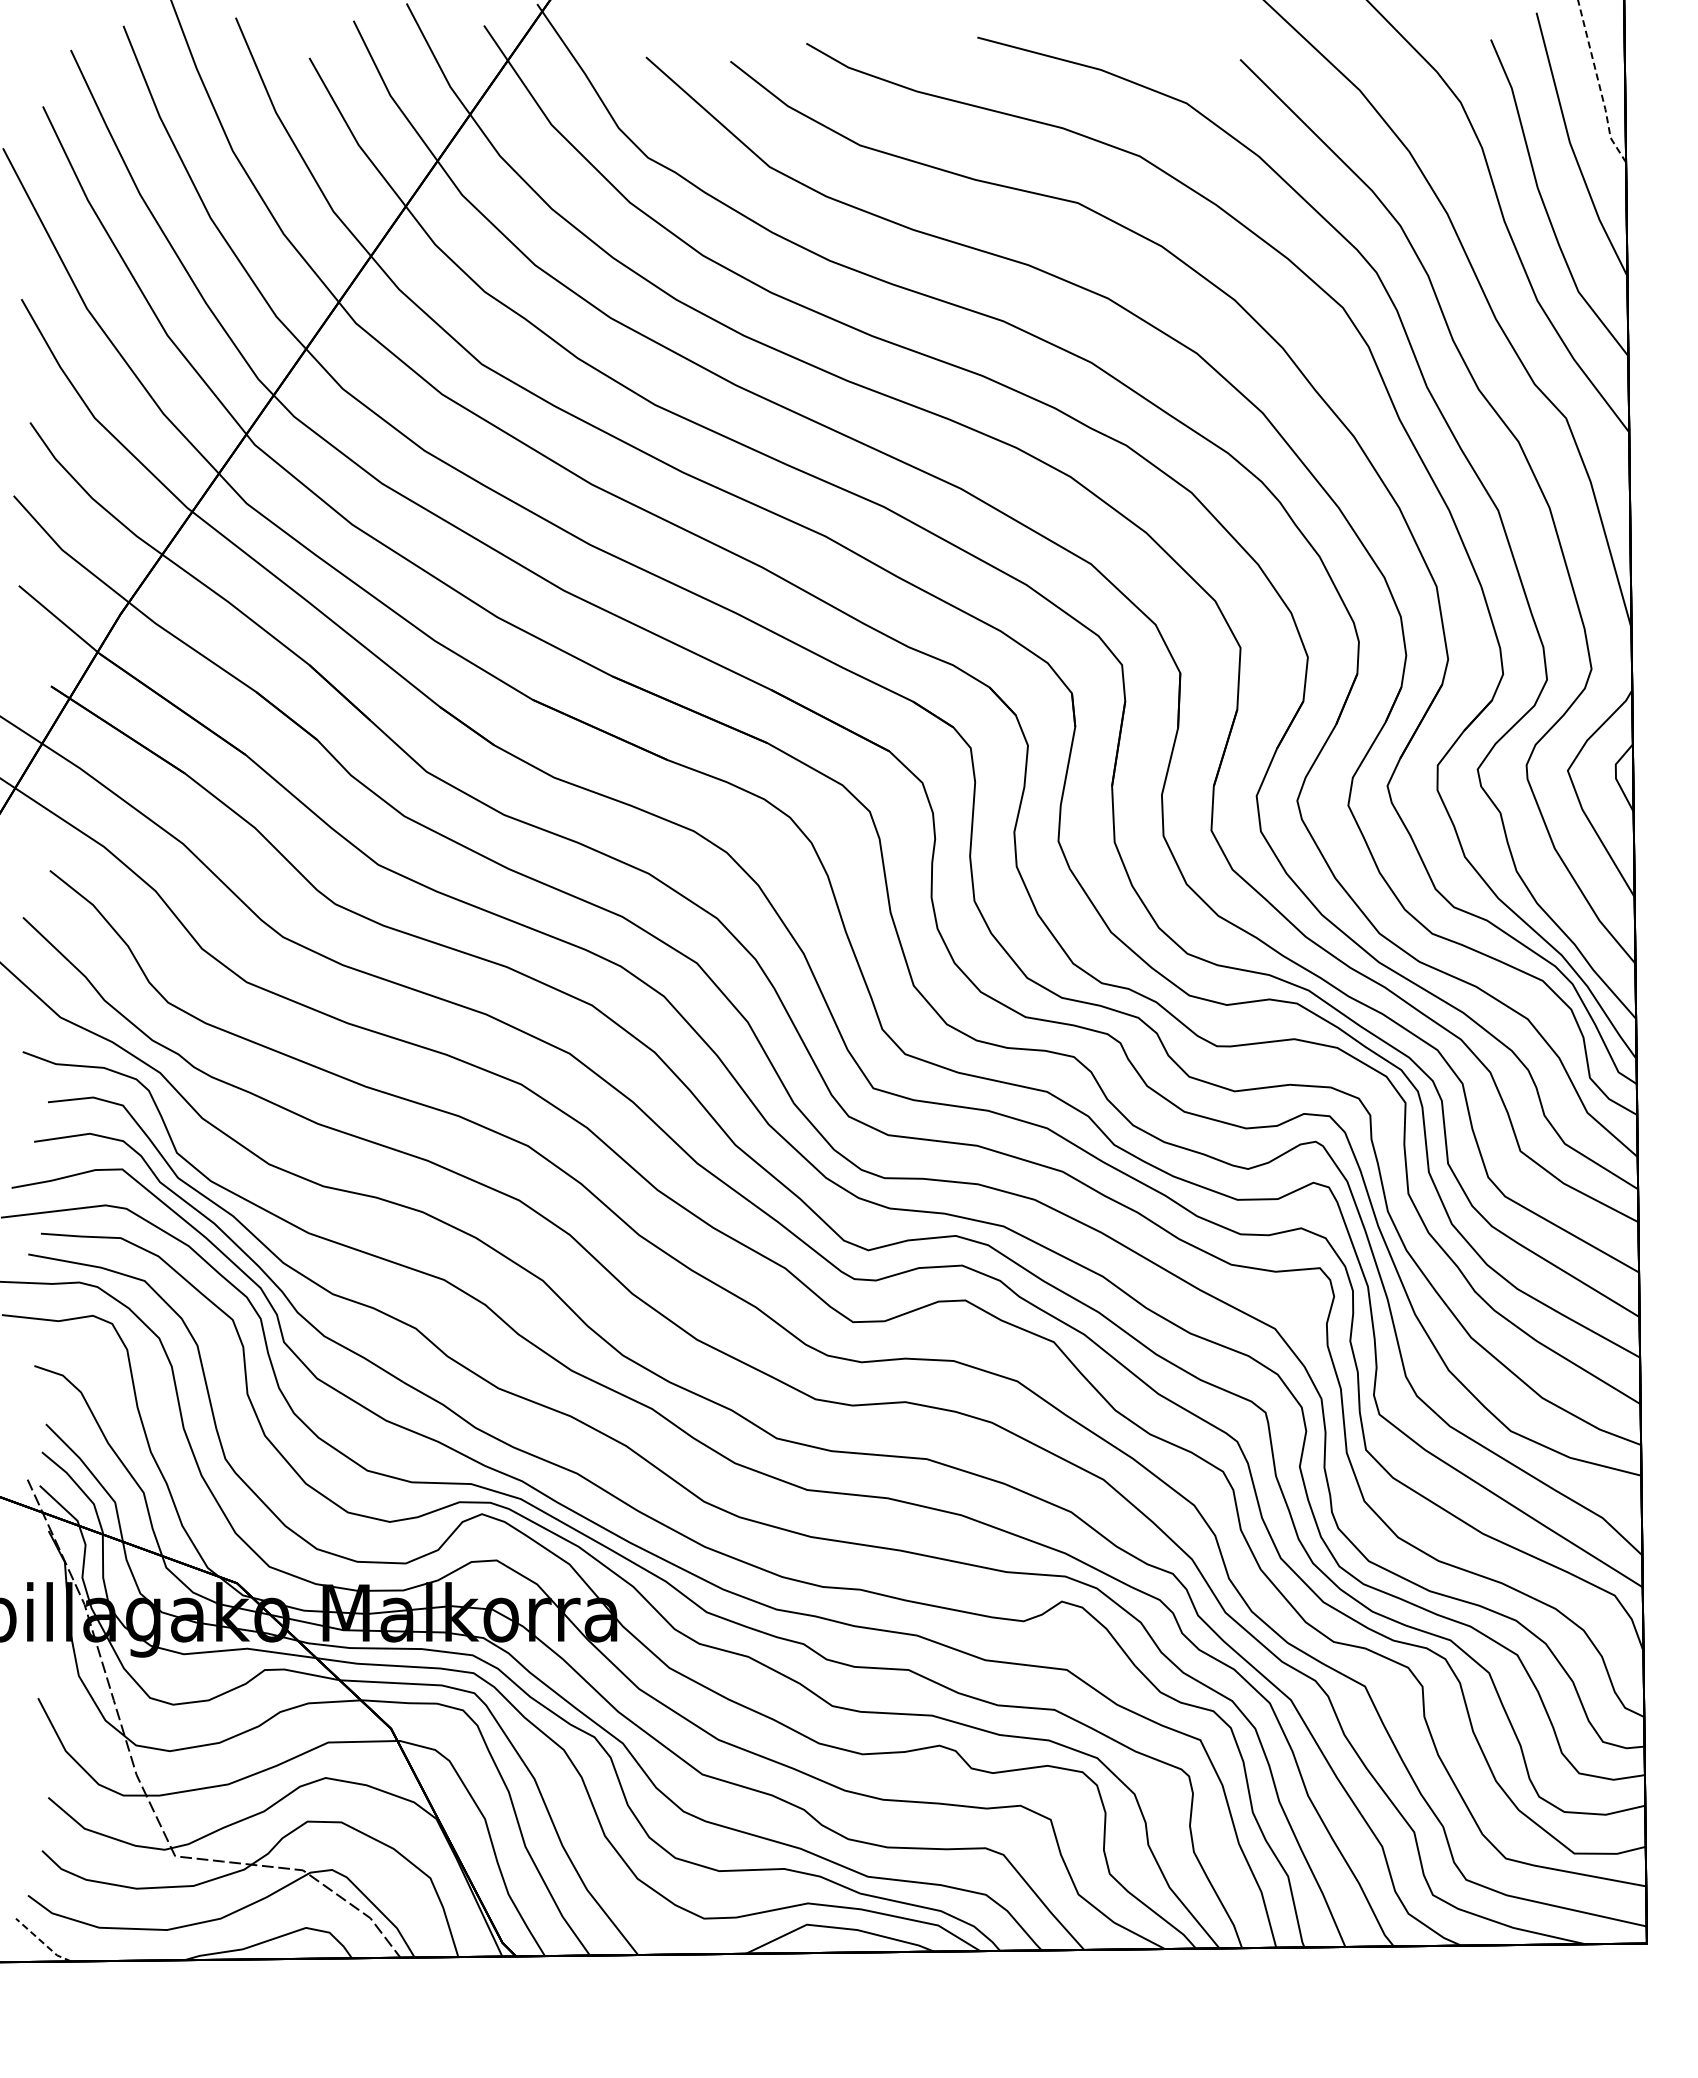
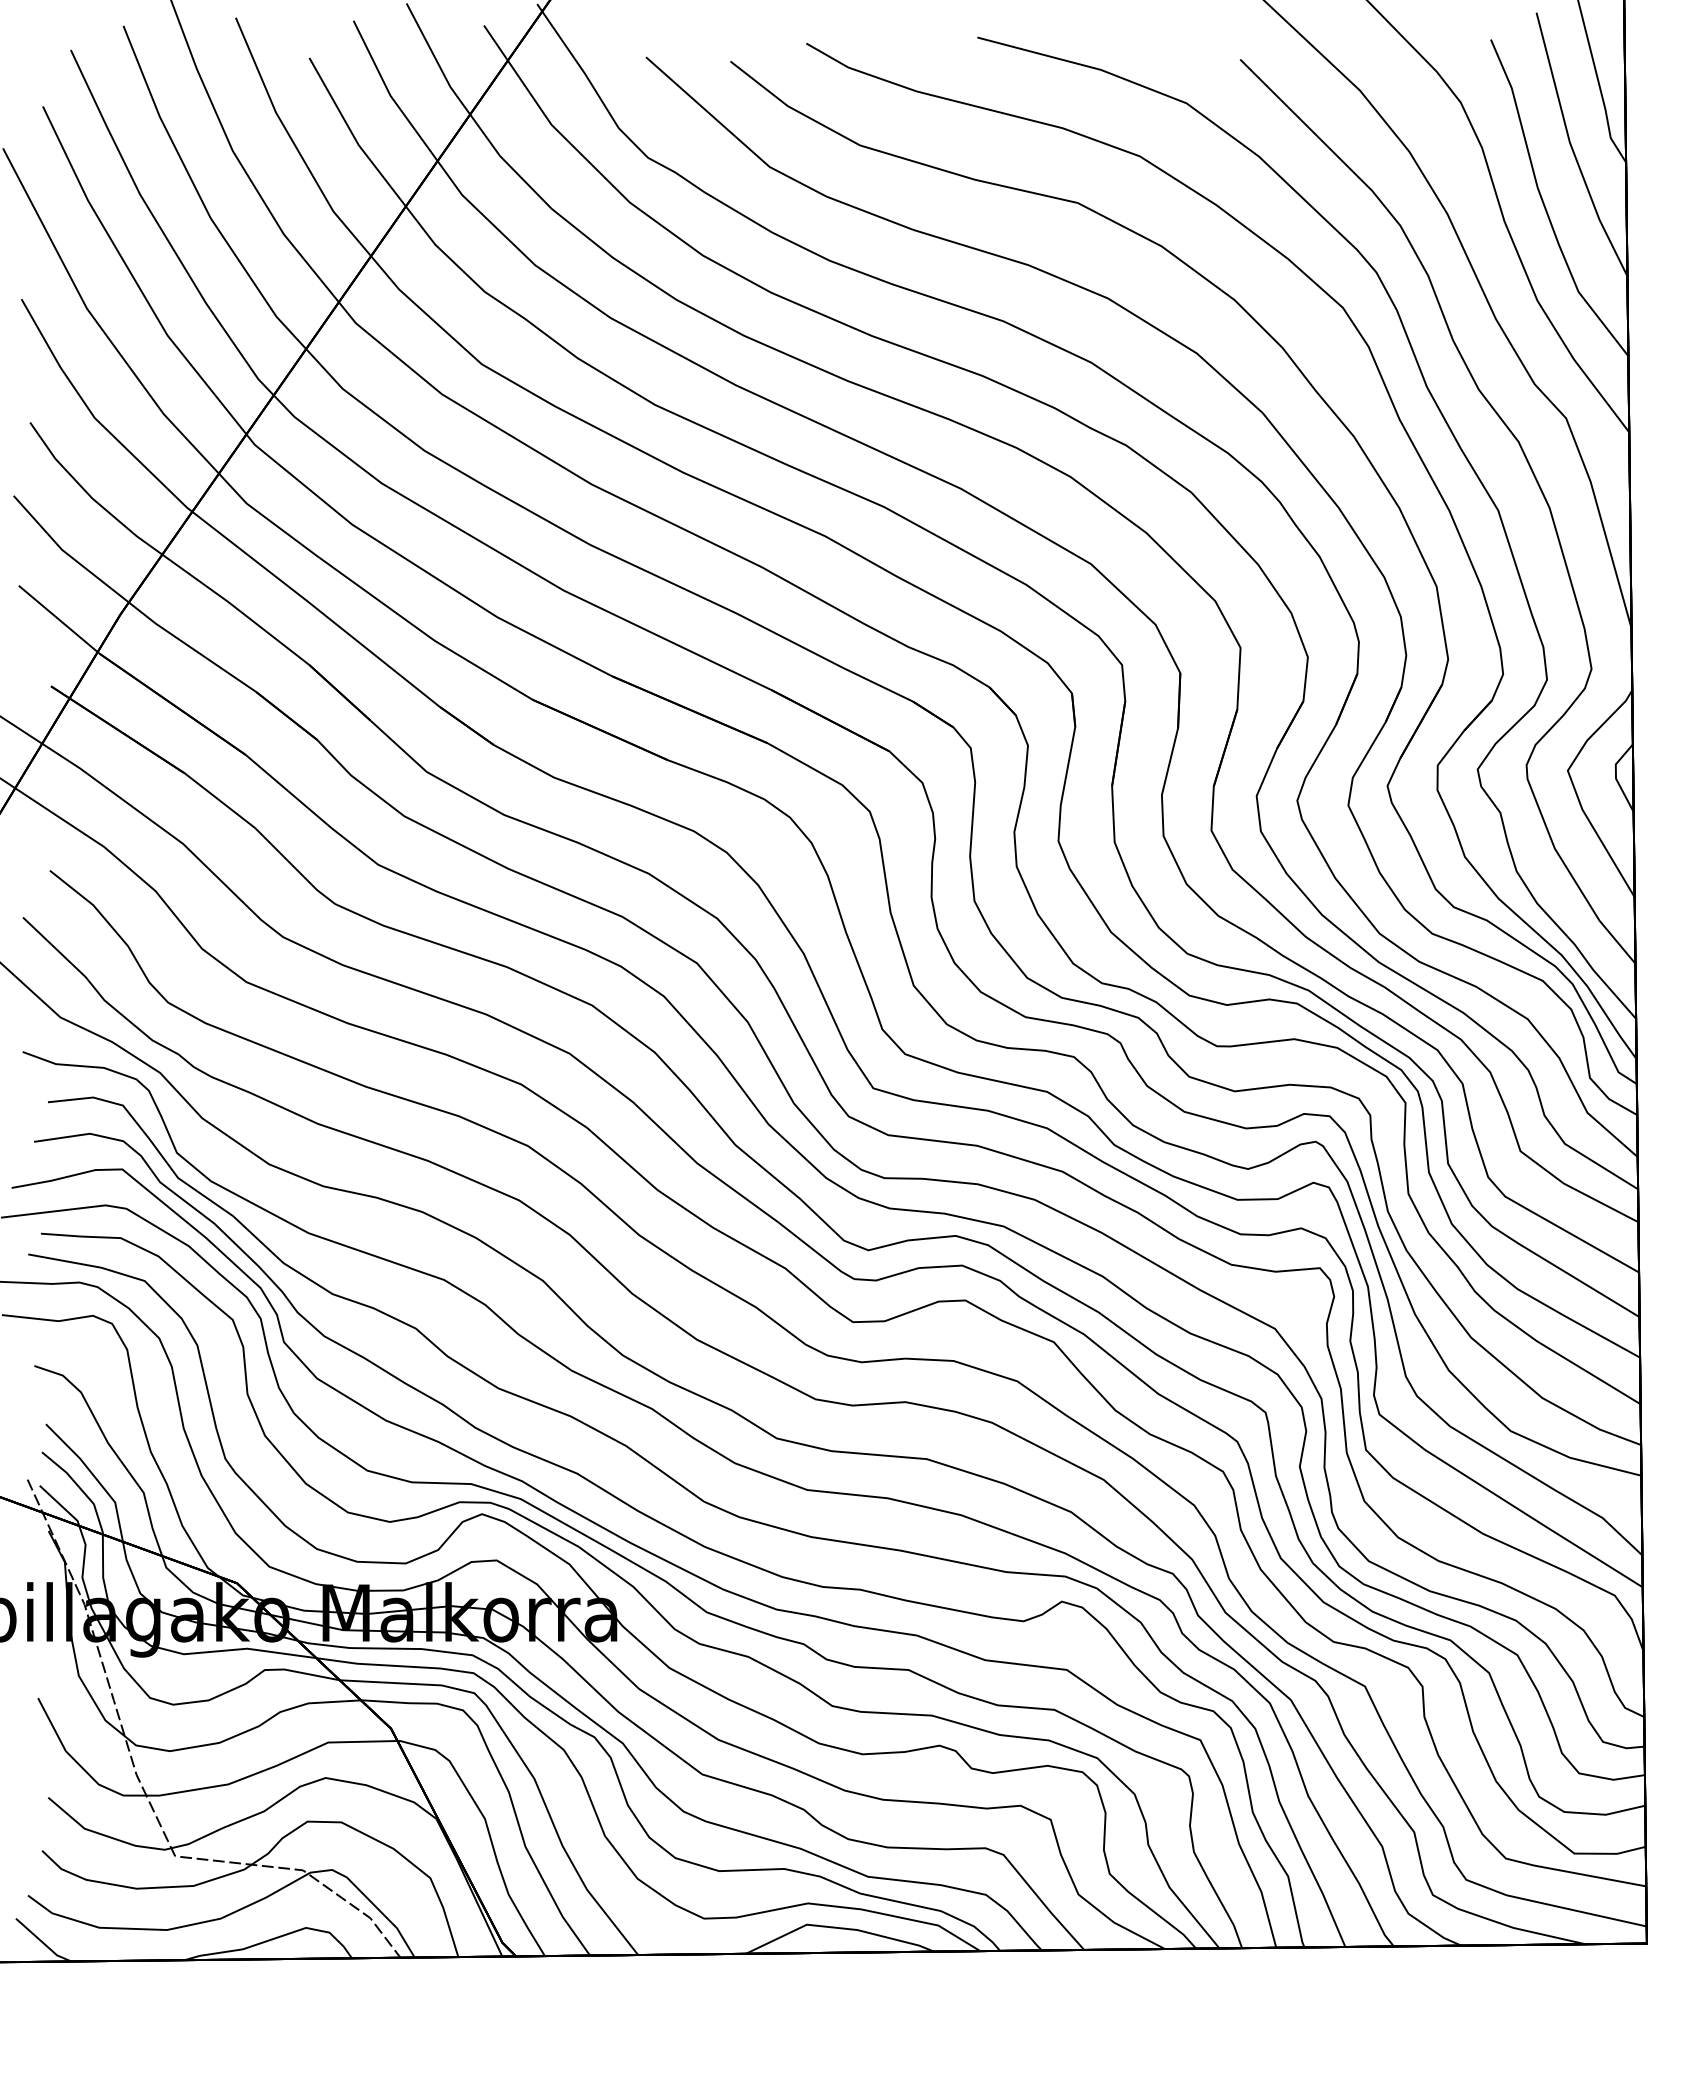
line at (1598, 83): dashed -> solid
line at (42, 1942): dashed -> solid
